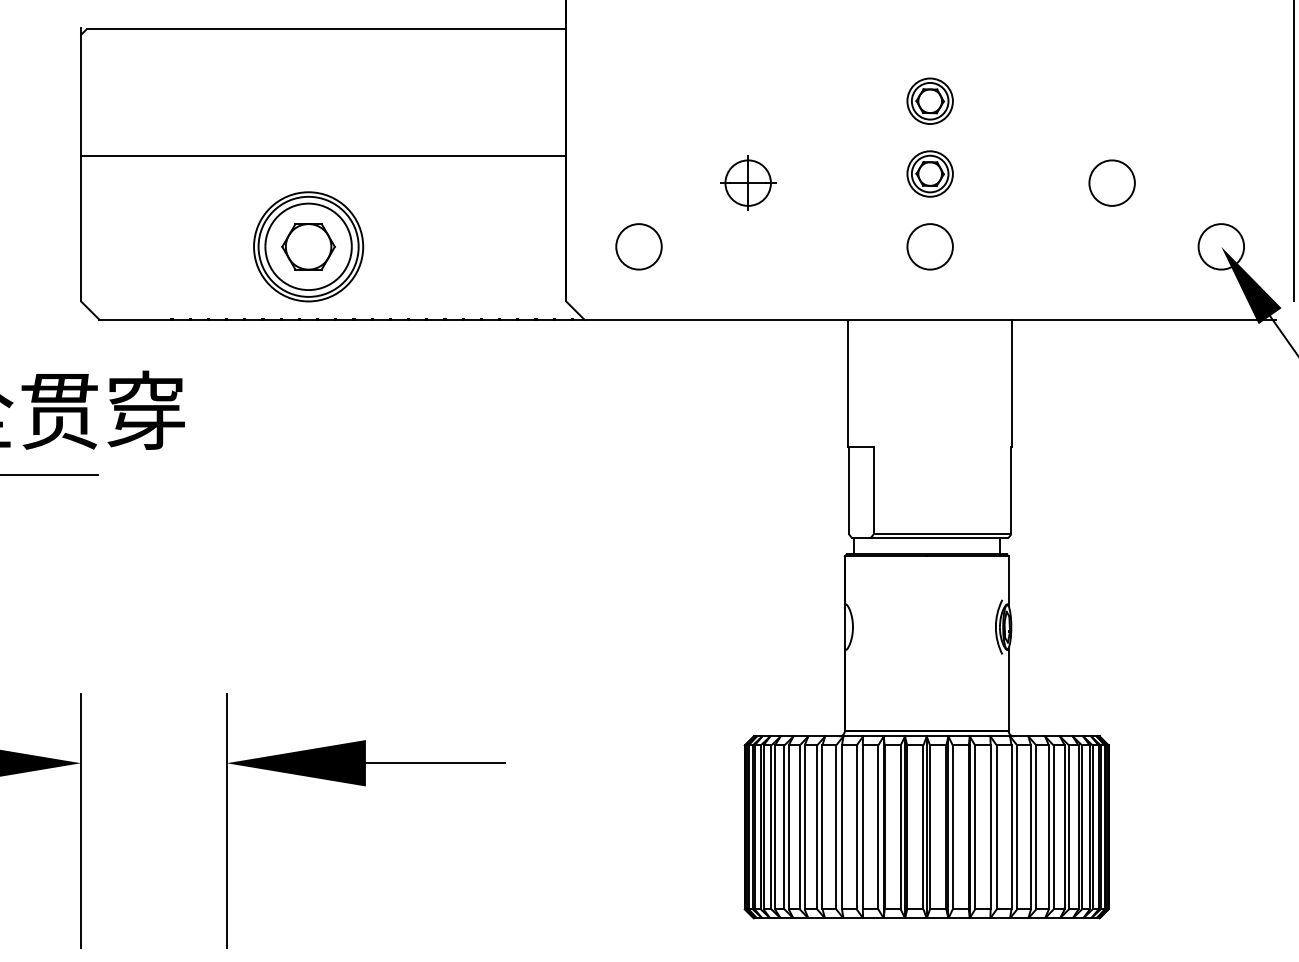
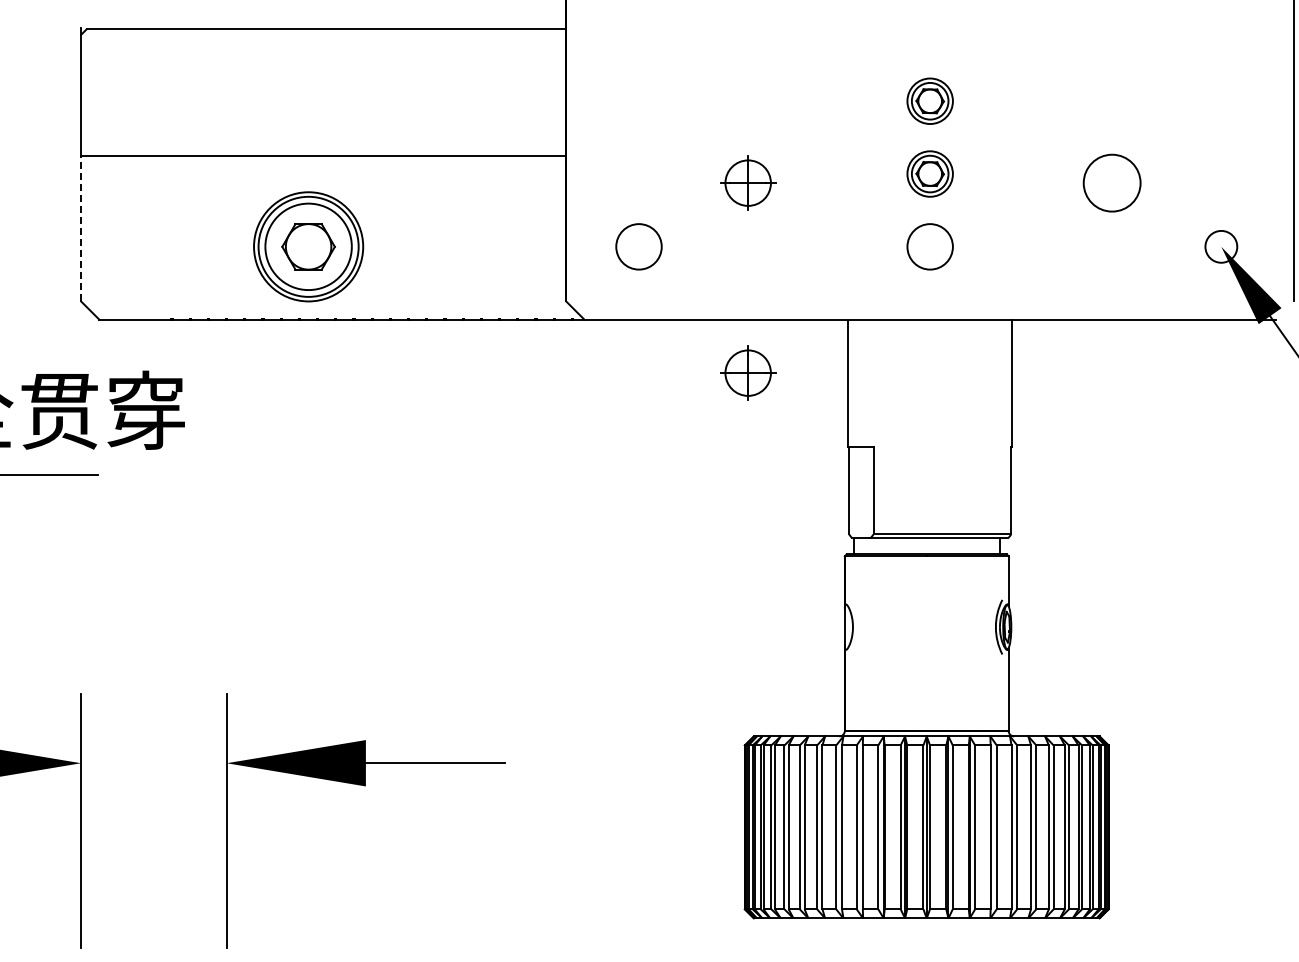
circle at (1111, 182) diameter: 45 px -> 57 px
line at (81, 228): solid -> dashed
circle at (1221, 246) diameter: 45 px -> 32 px
part at (748, 372): none -> present
